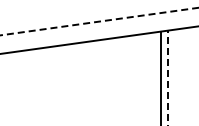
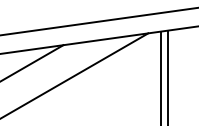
line at (99, 21): dashed -> solid
line at (32, 62): none -> present
line at (75, 75): none -> present
line at (167, 77): dashed -> solid
